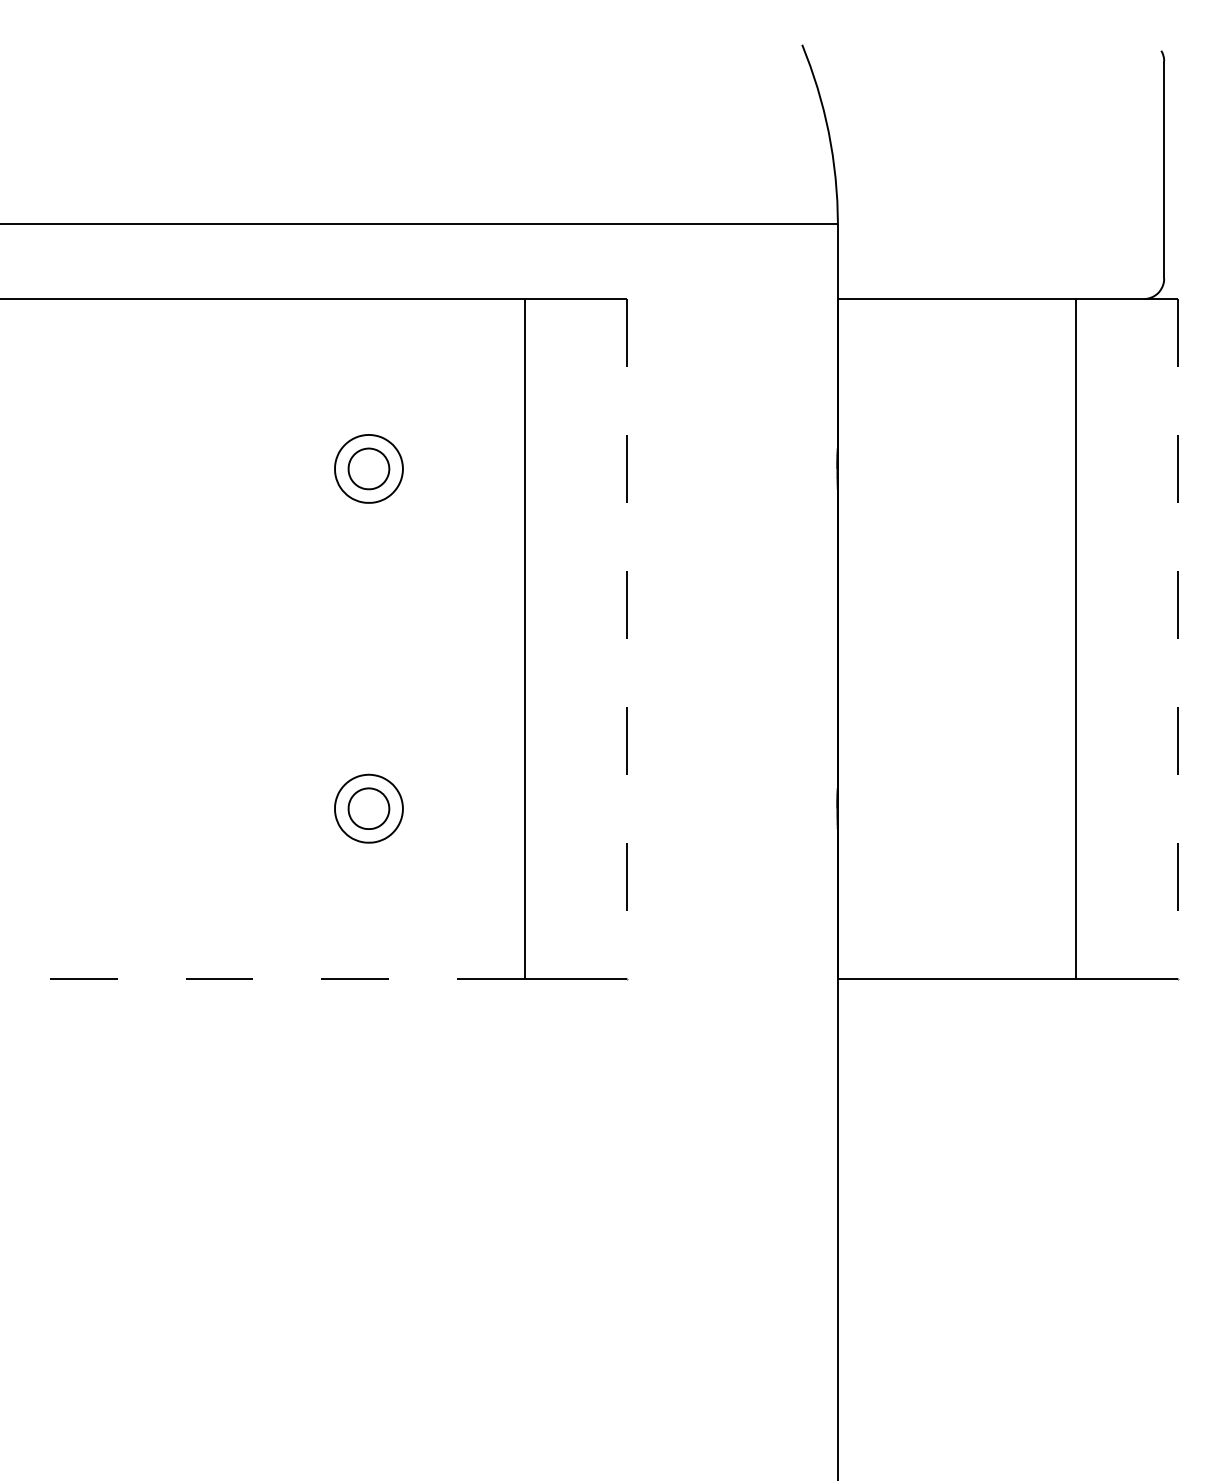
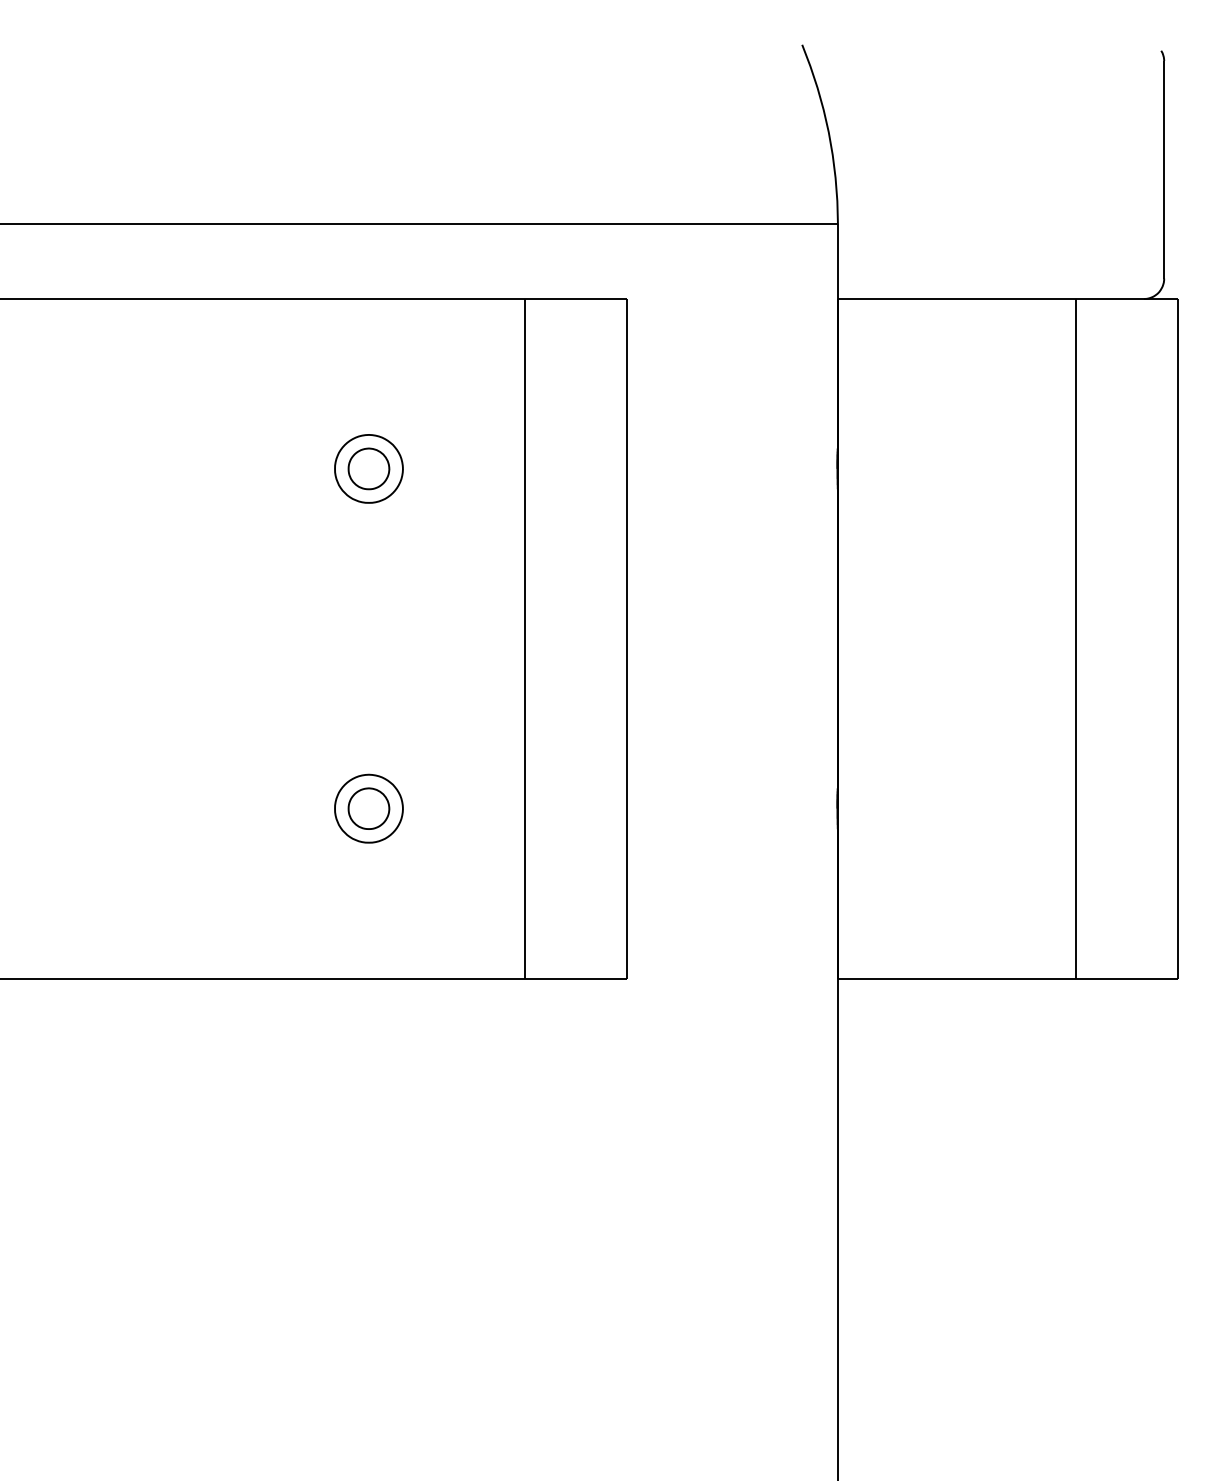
line at (627, 638): dashed -> solid
line at (1177, 638): dashed -> solid
line at (262, 978): dashed -> solid
